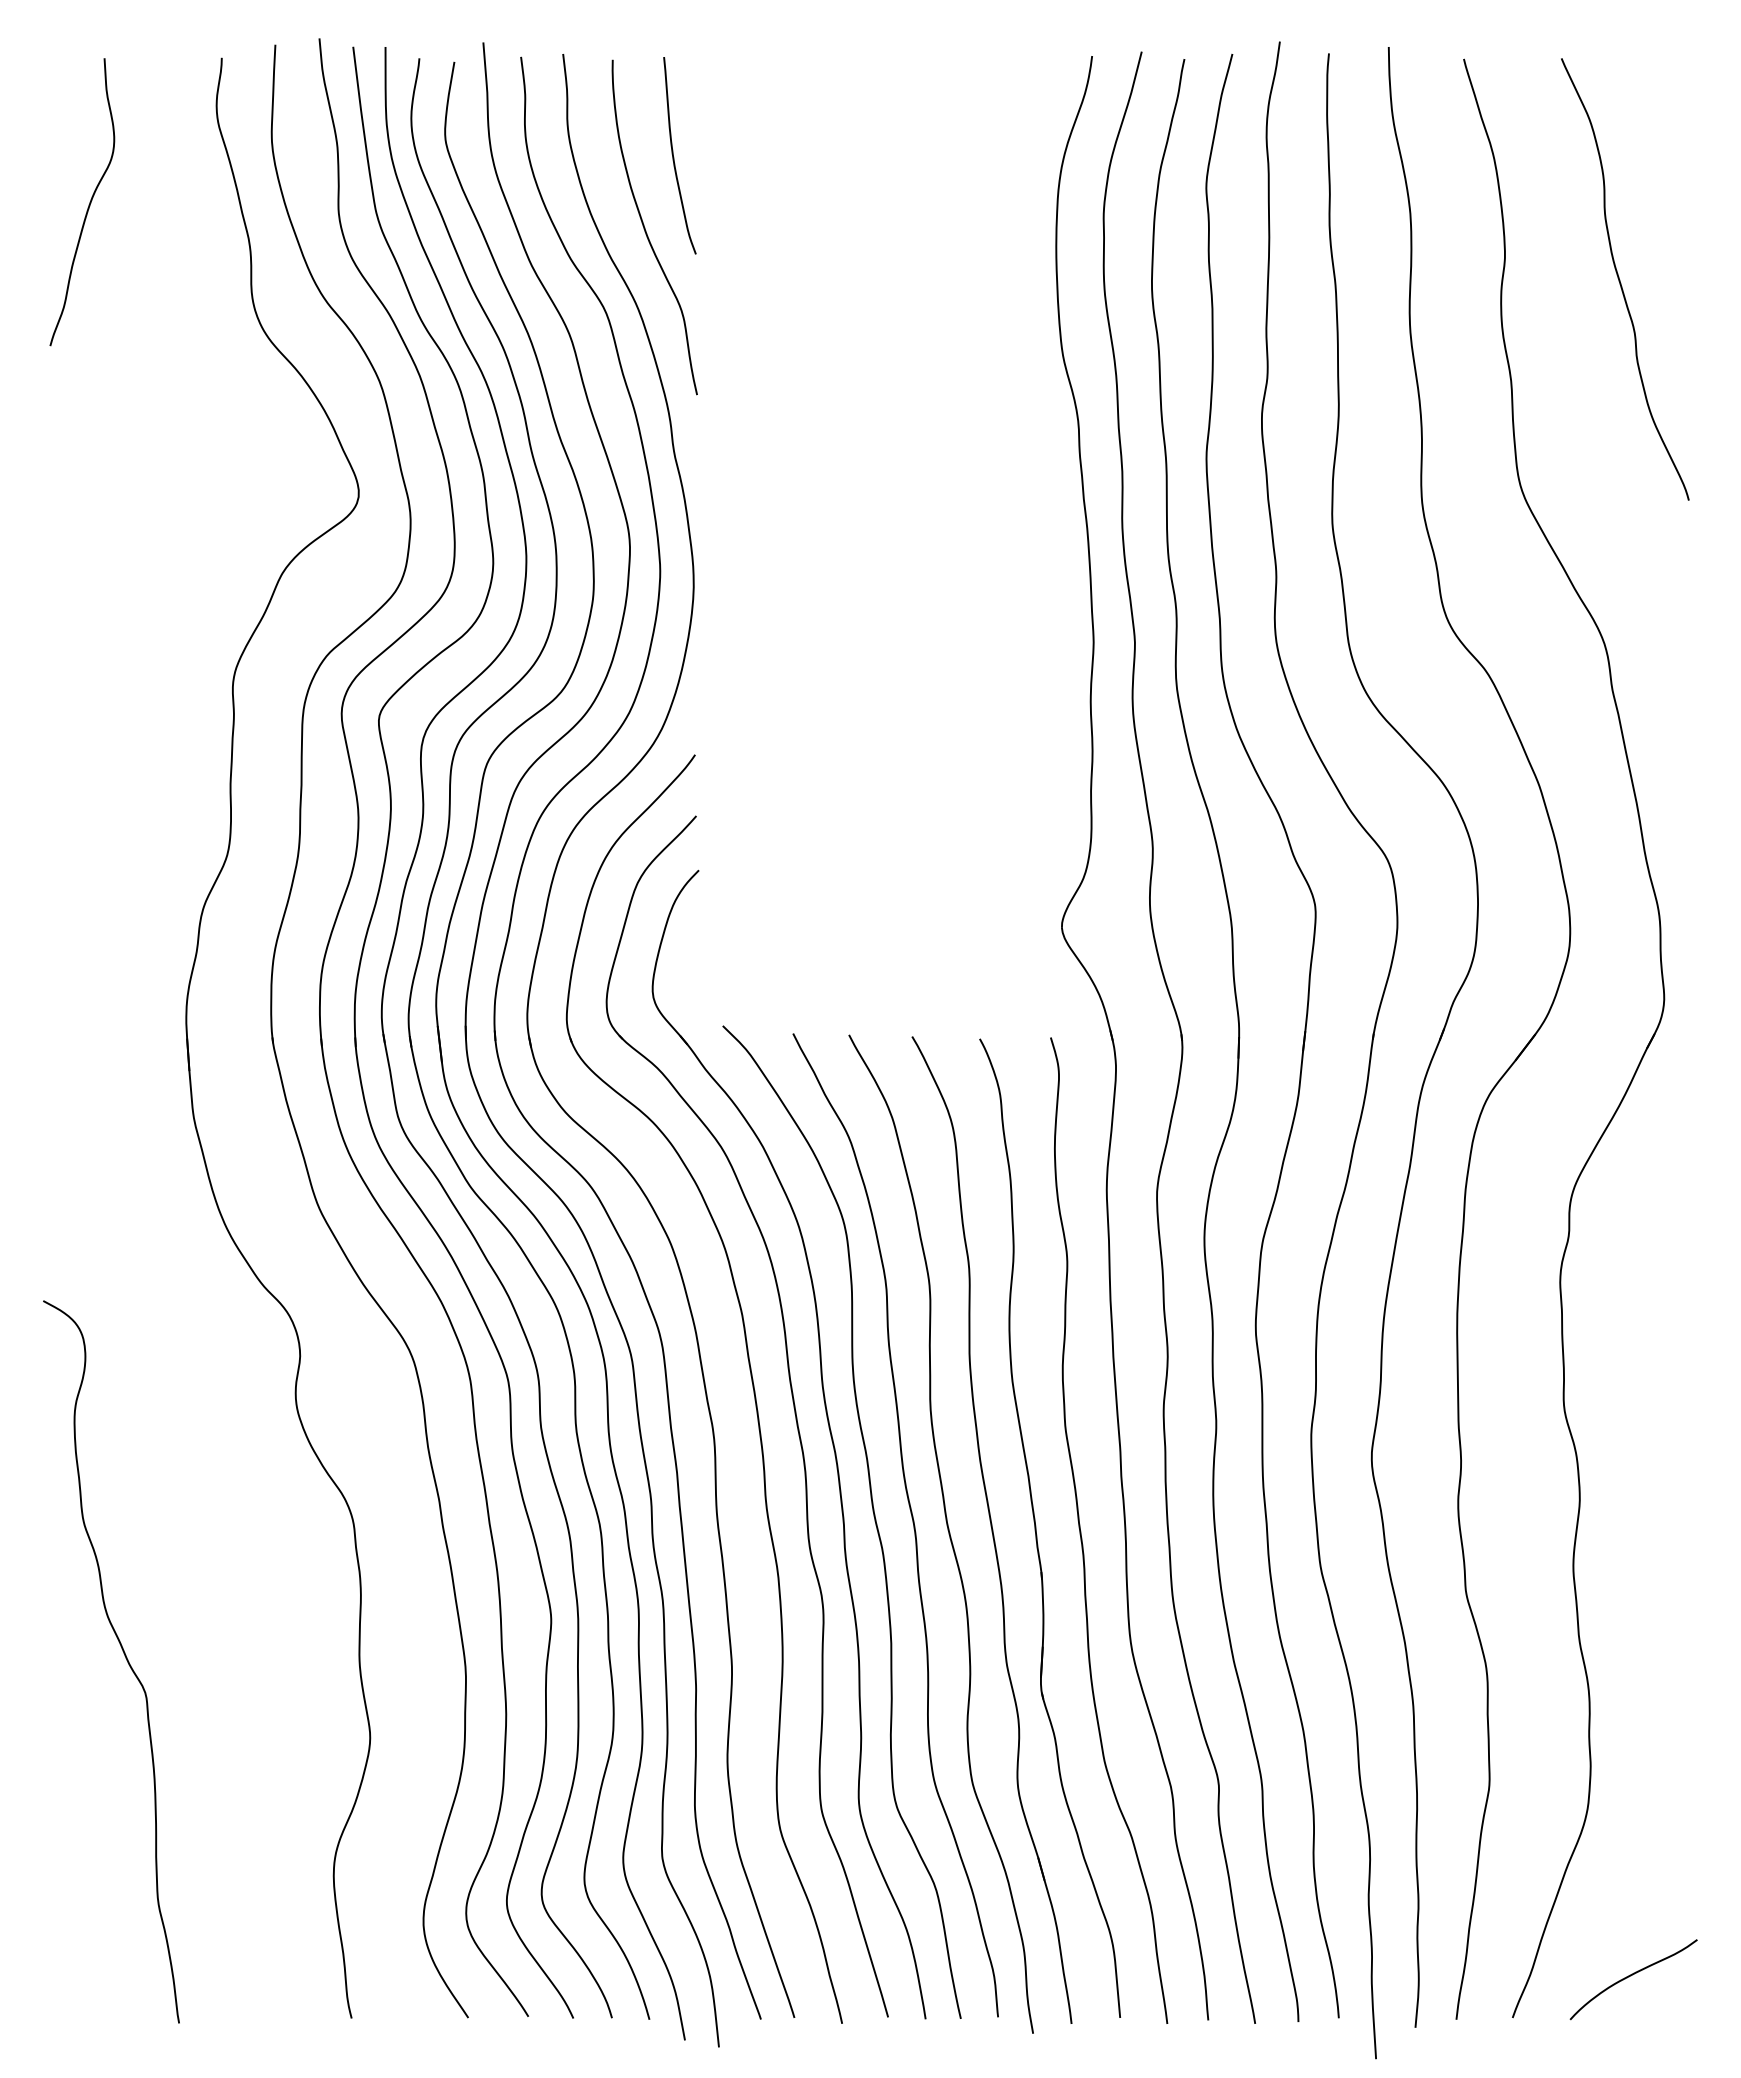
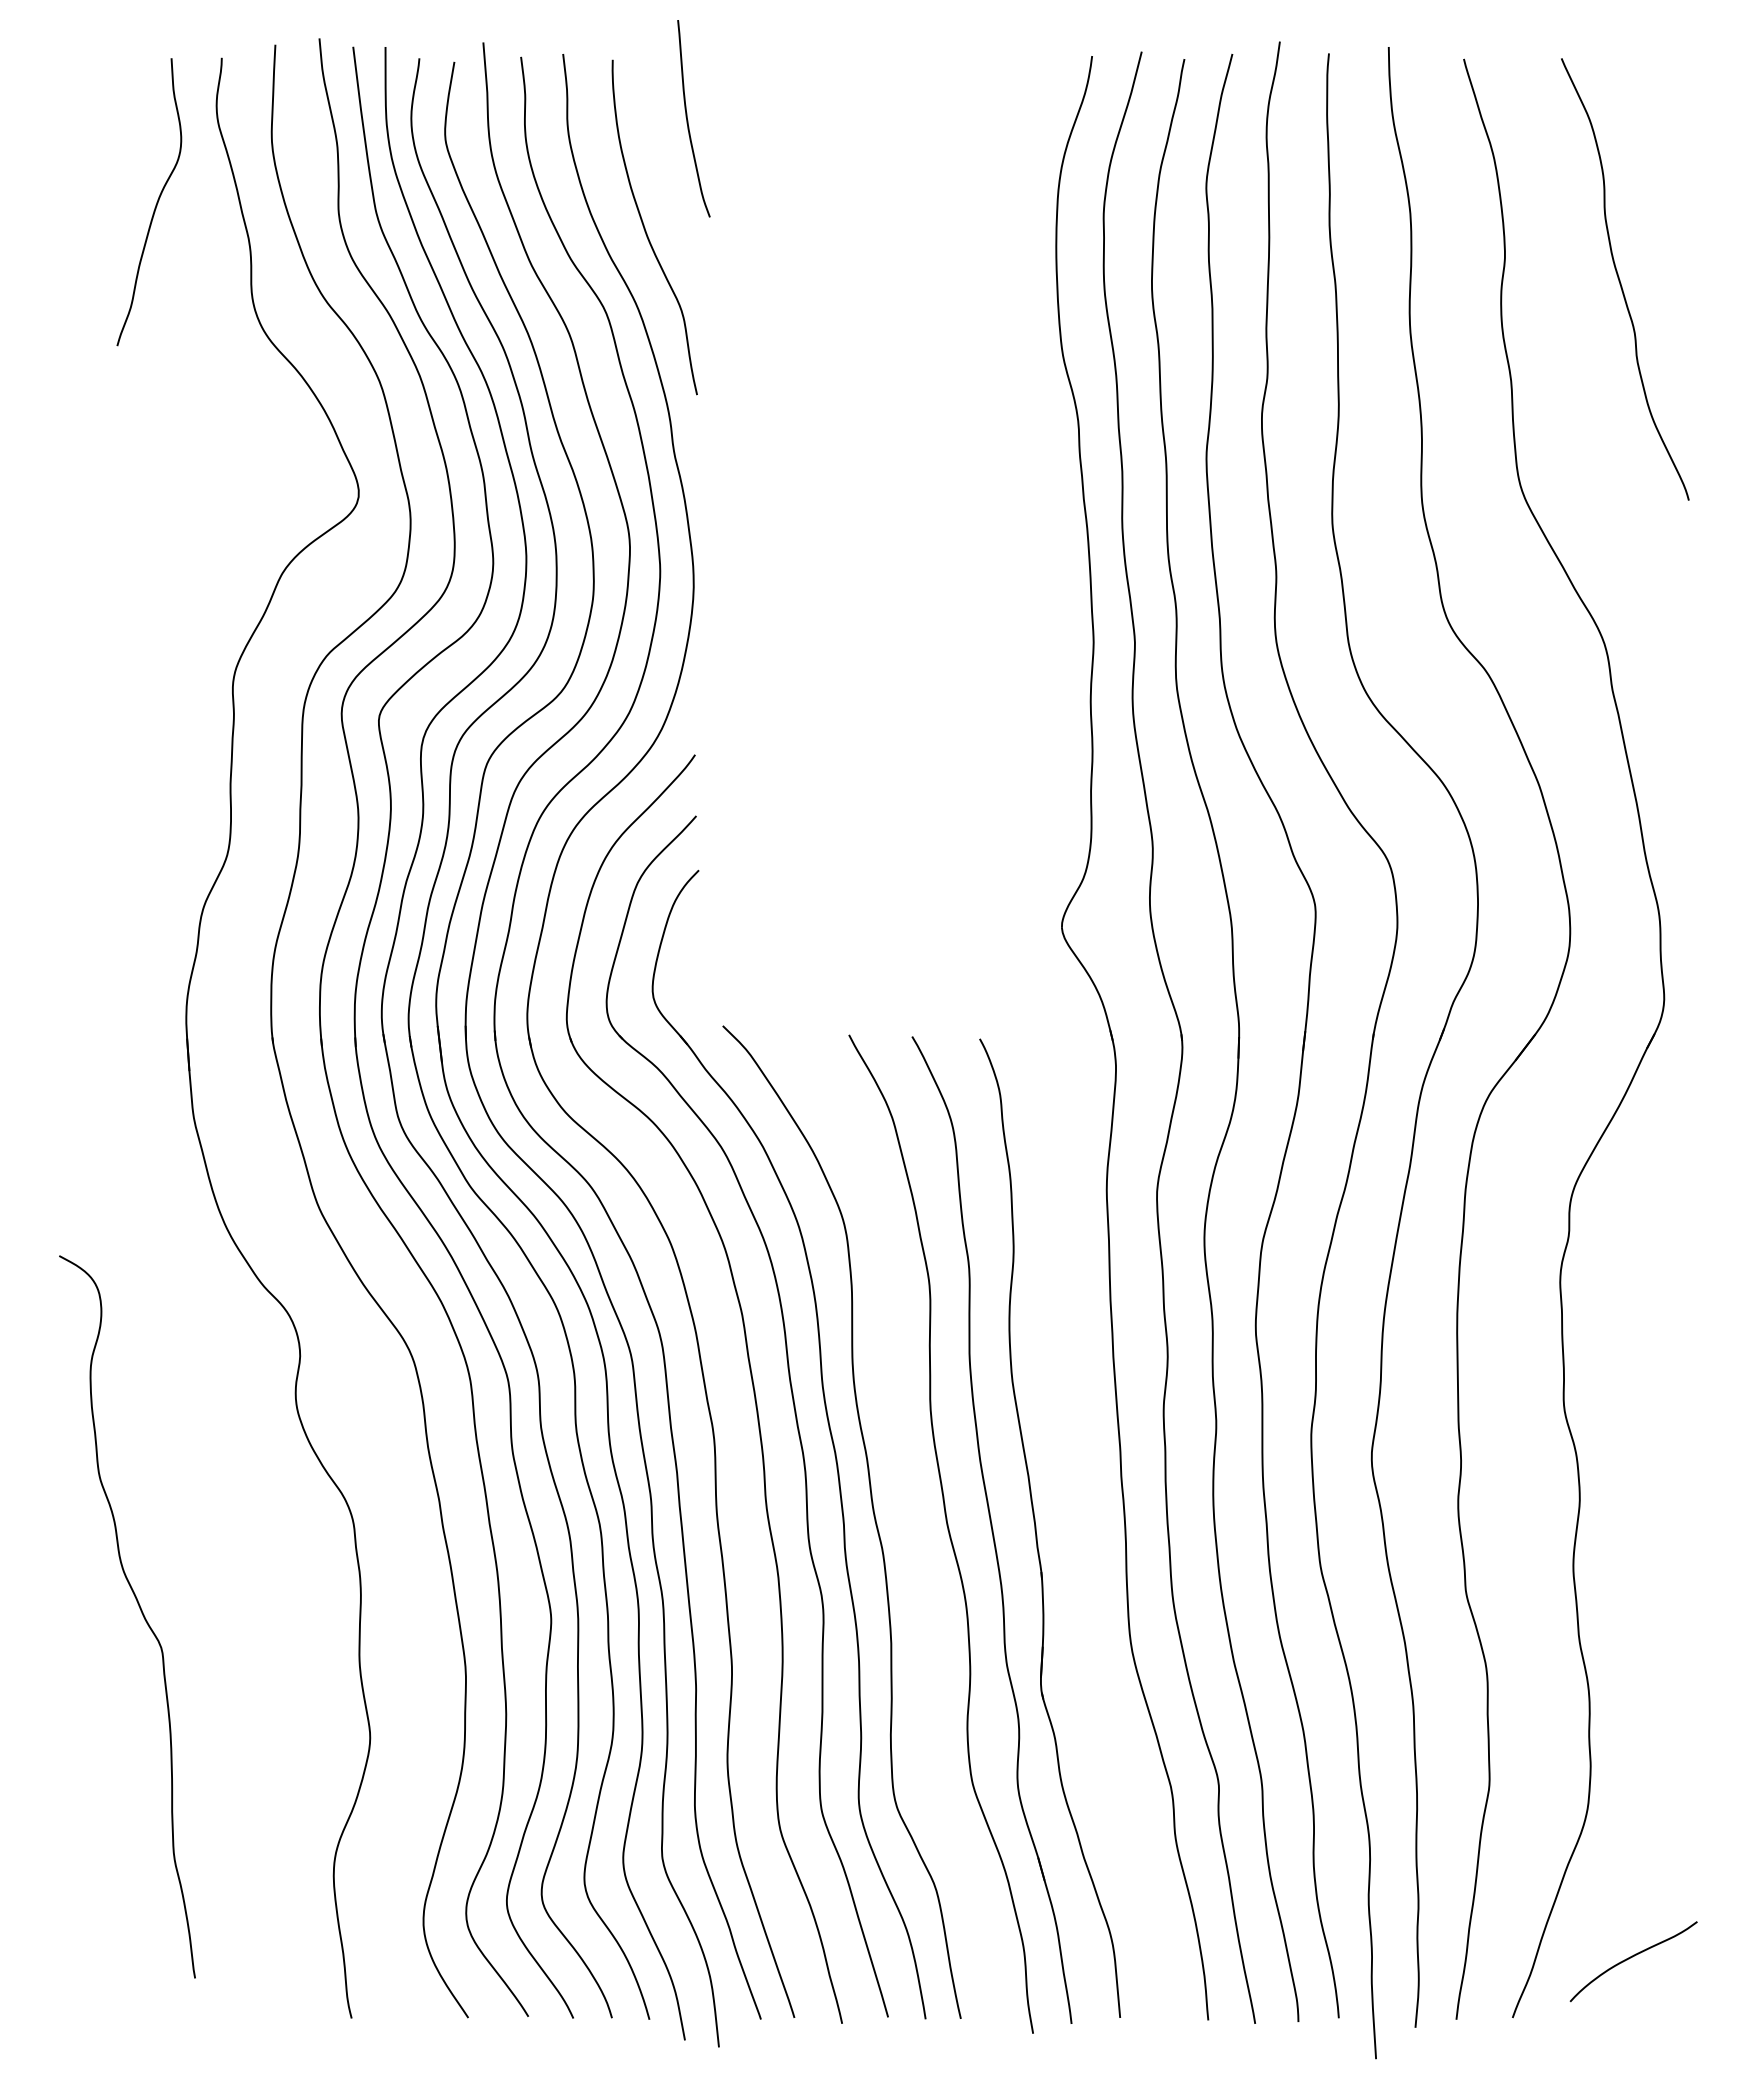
curve at (674, 157) position: (674, 157) -> (688, 120)
curve at (88, 204) position: (88, 204) -> (155, 204)
curve at (912, 1522): present -> none
curve at (1082, 1537): present -> none
curve at (124, 1656) position: (124, 1656) -> (140, 1611)
curve at (1631, 1976) position: (1631, 1976) -> (1631, 1958)
